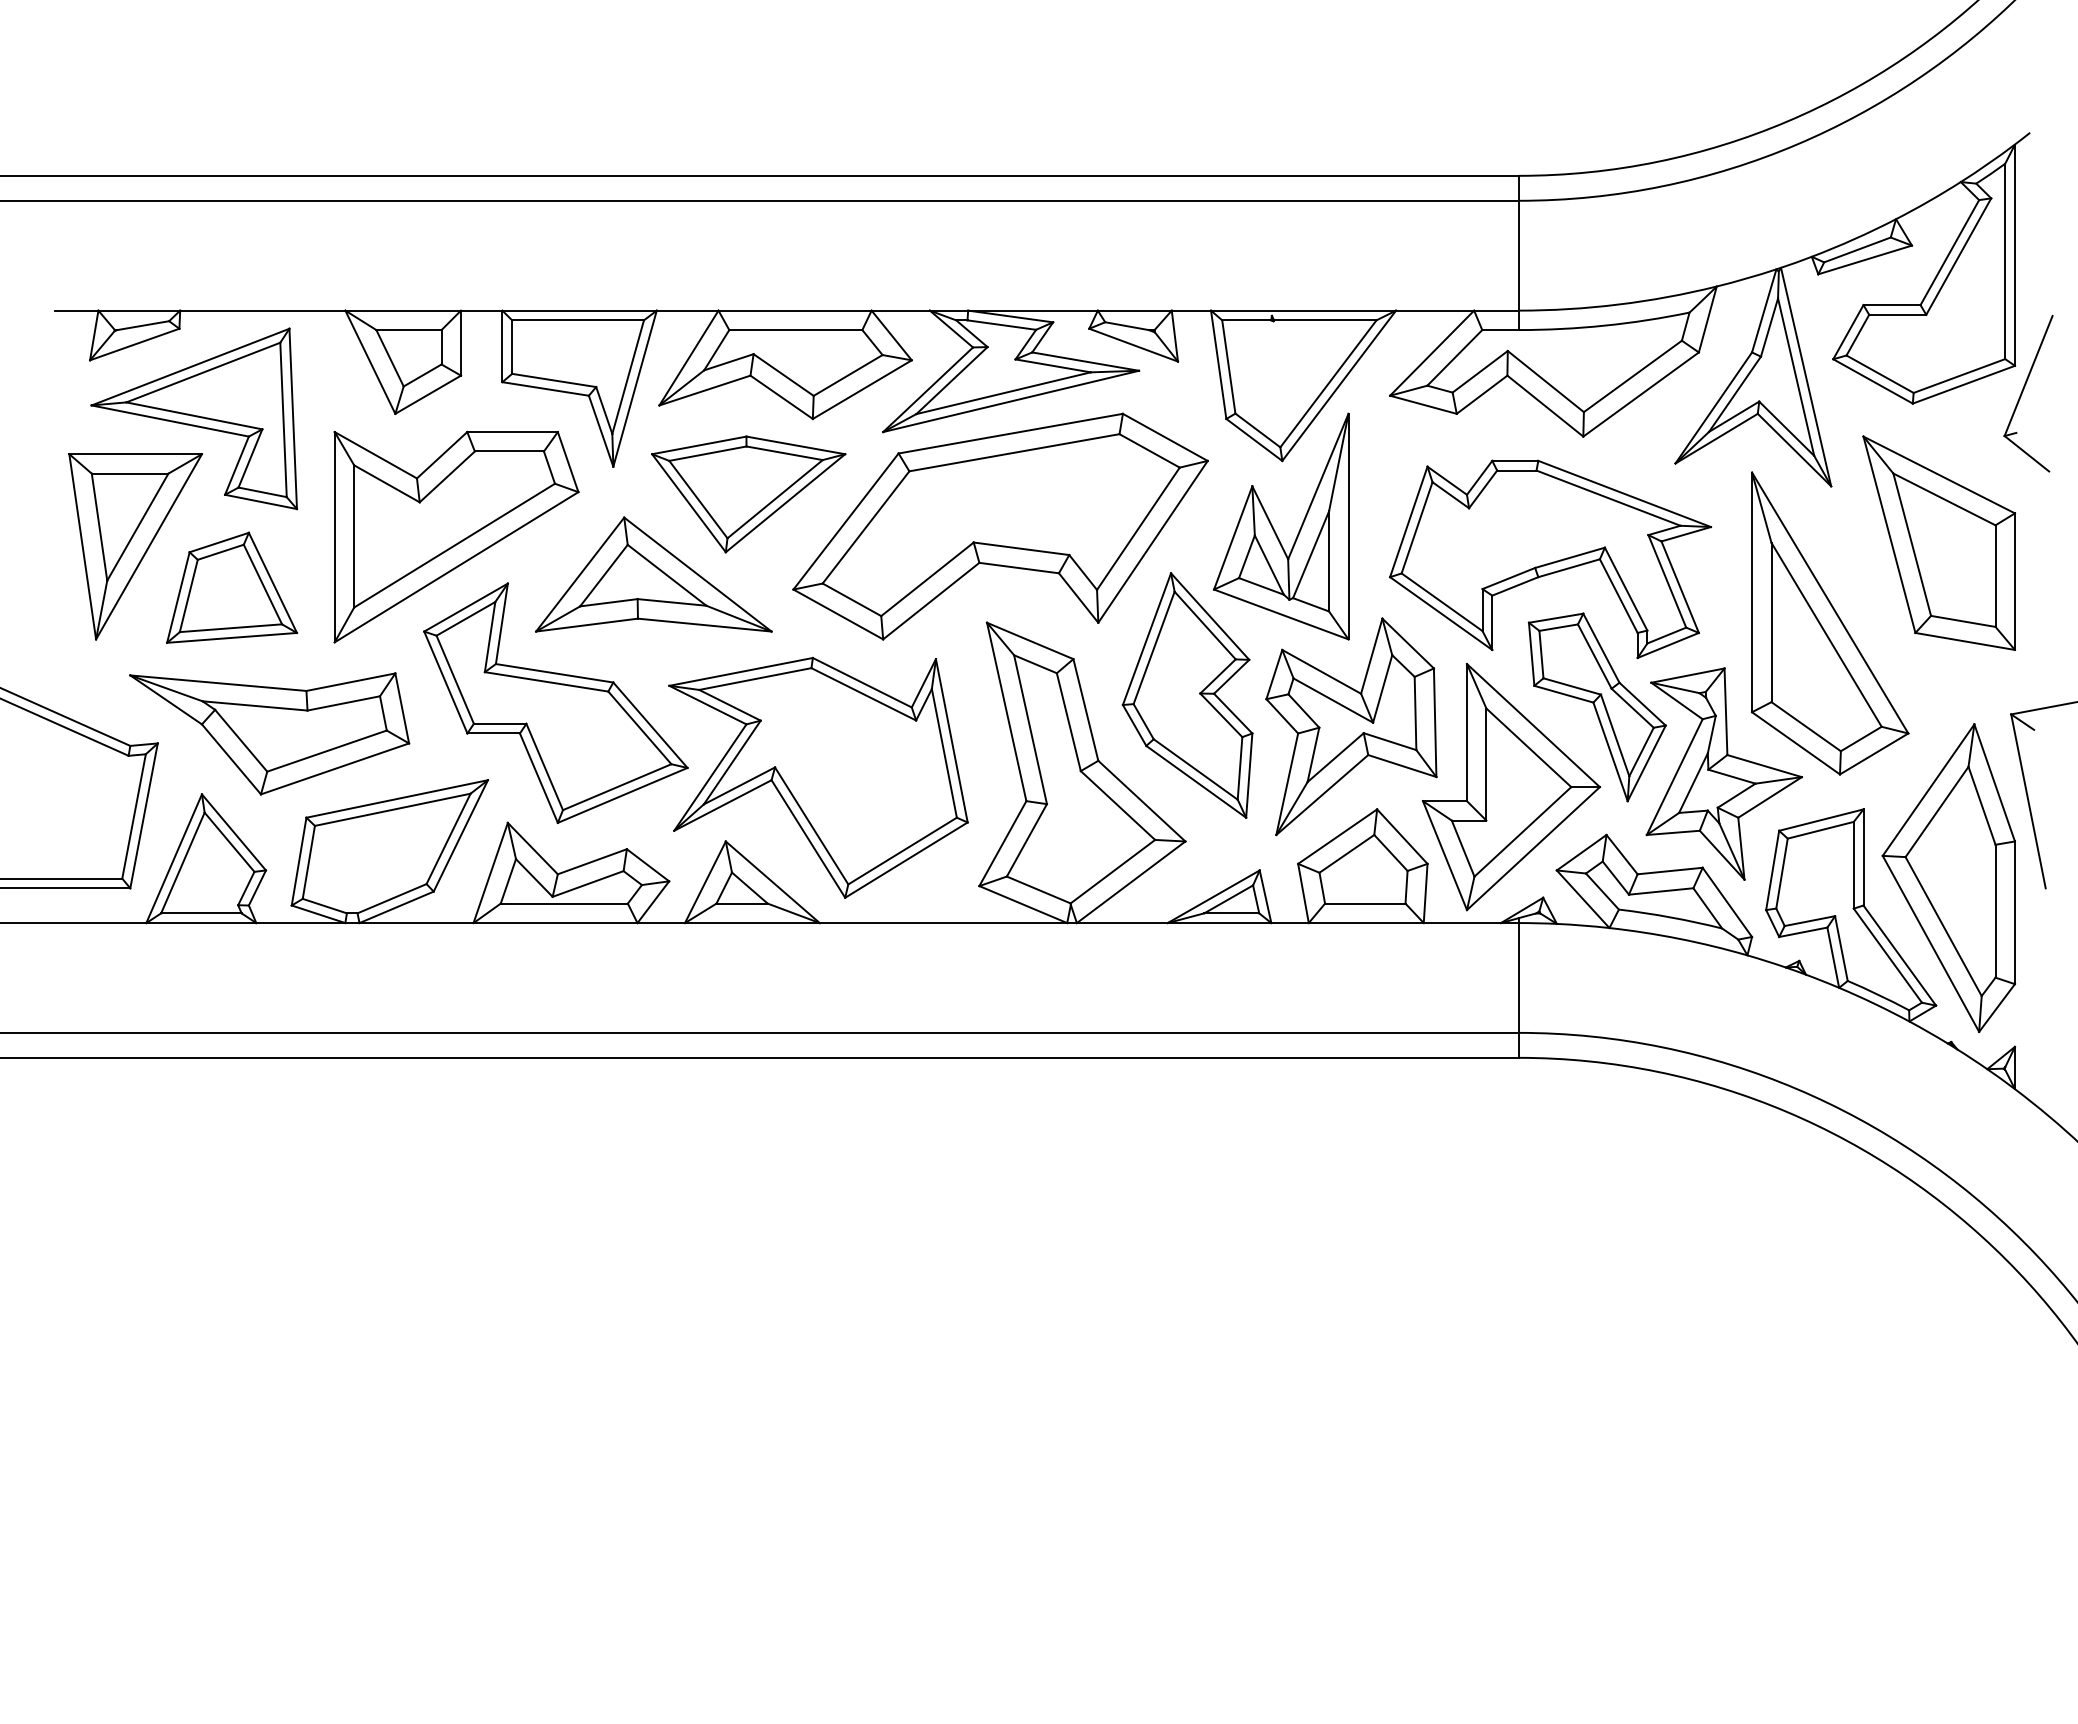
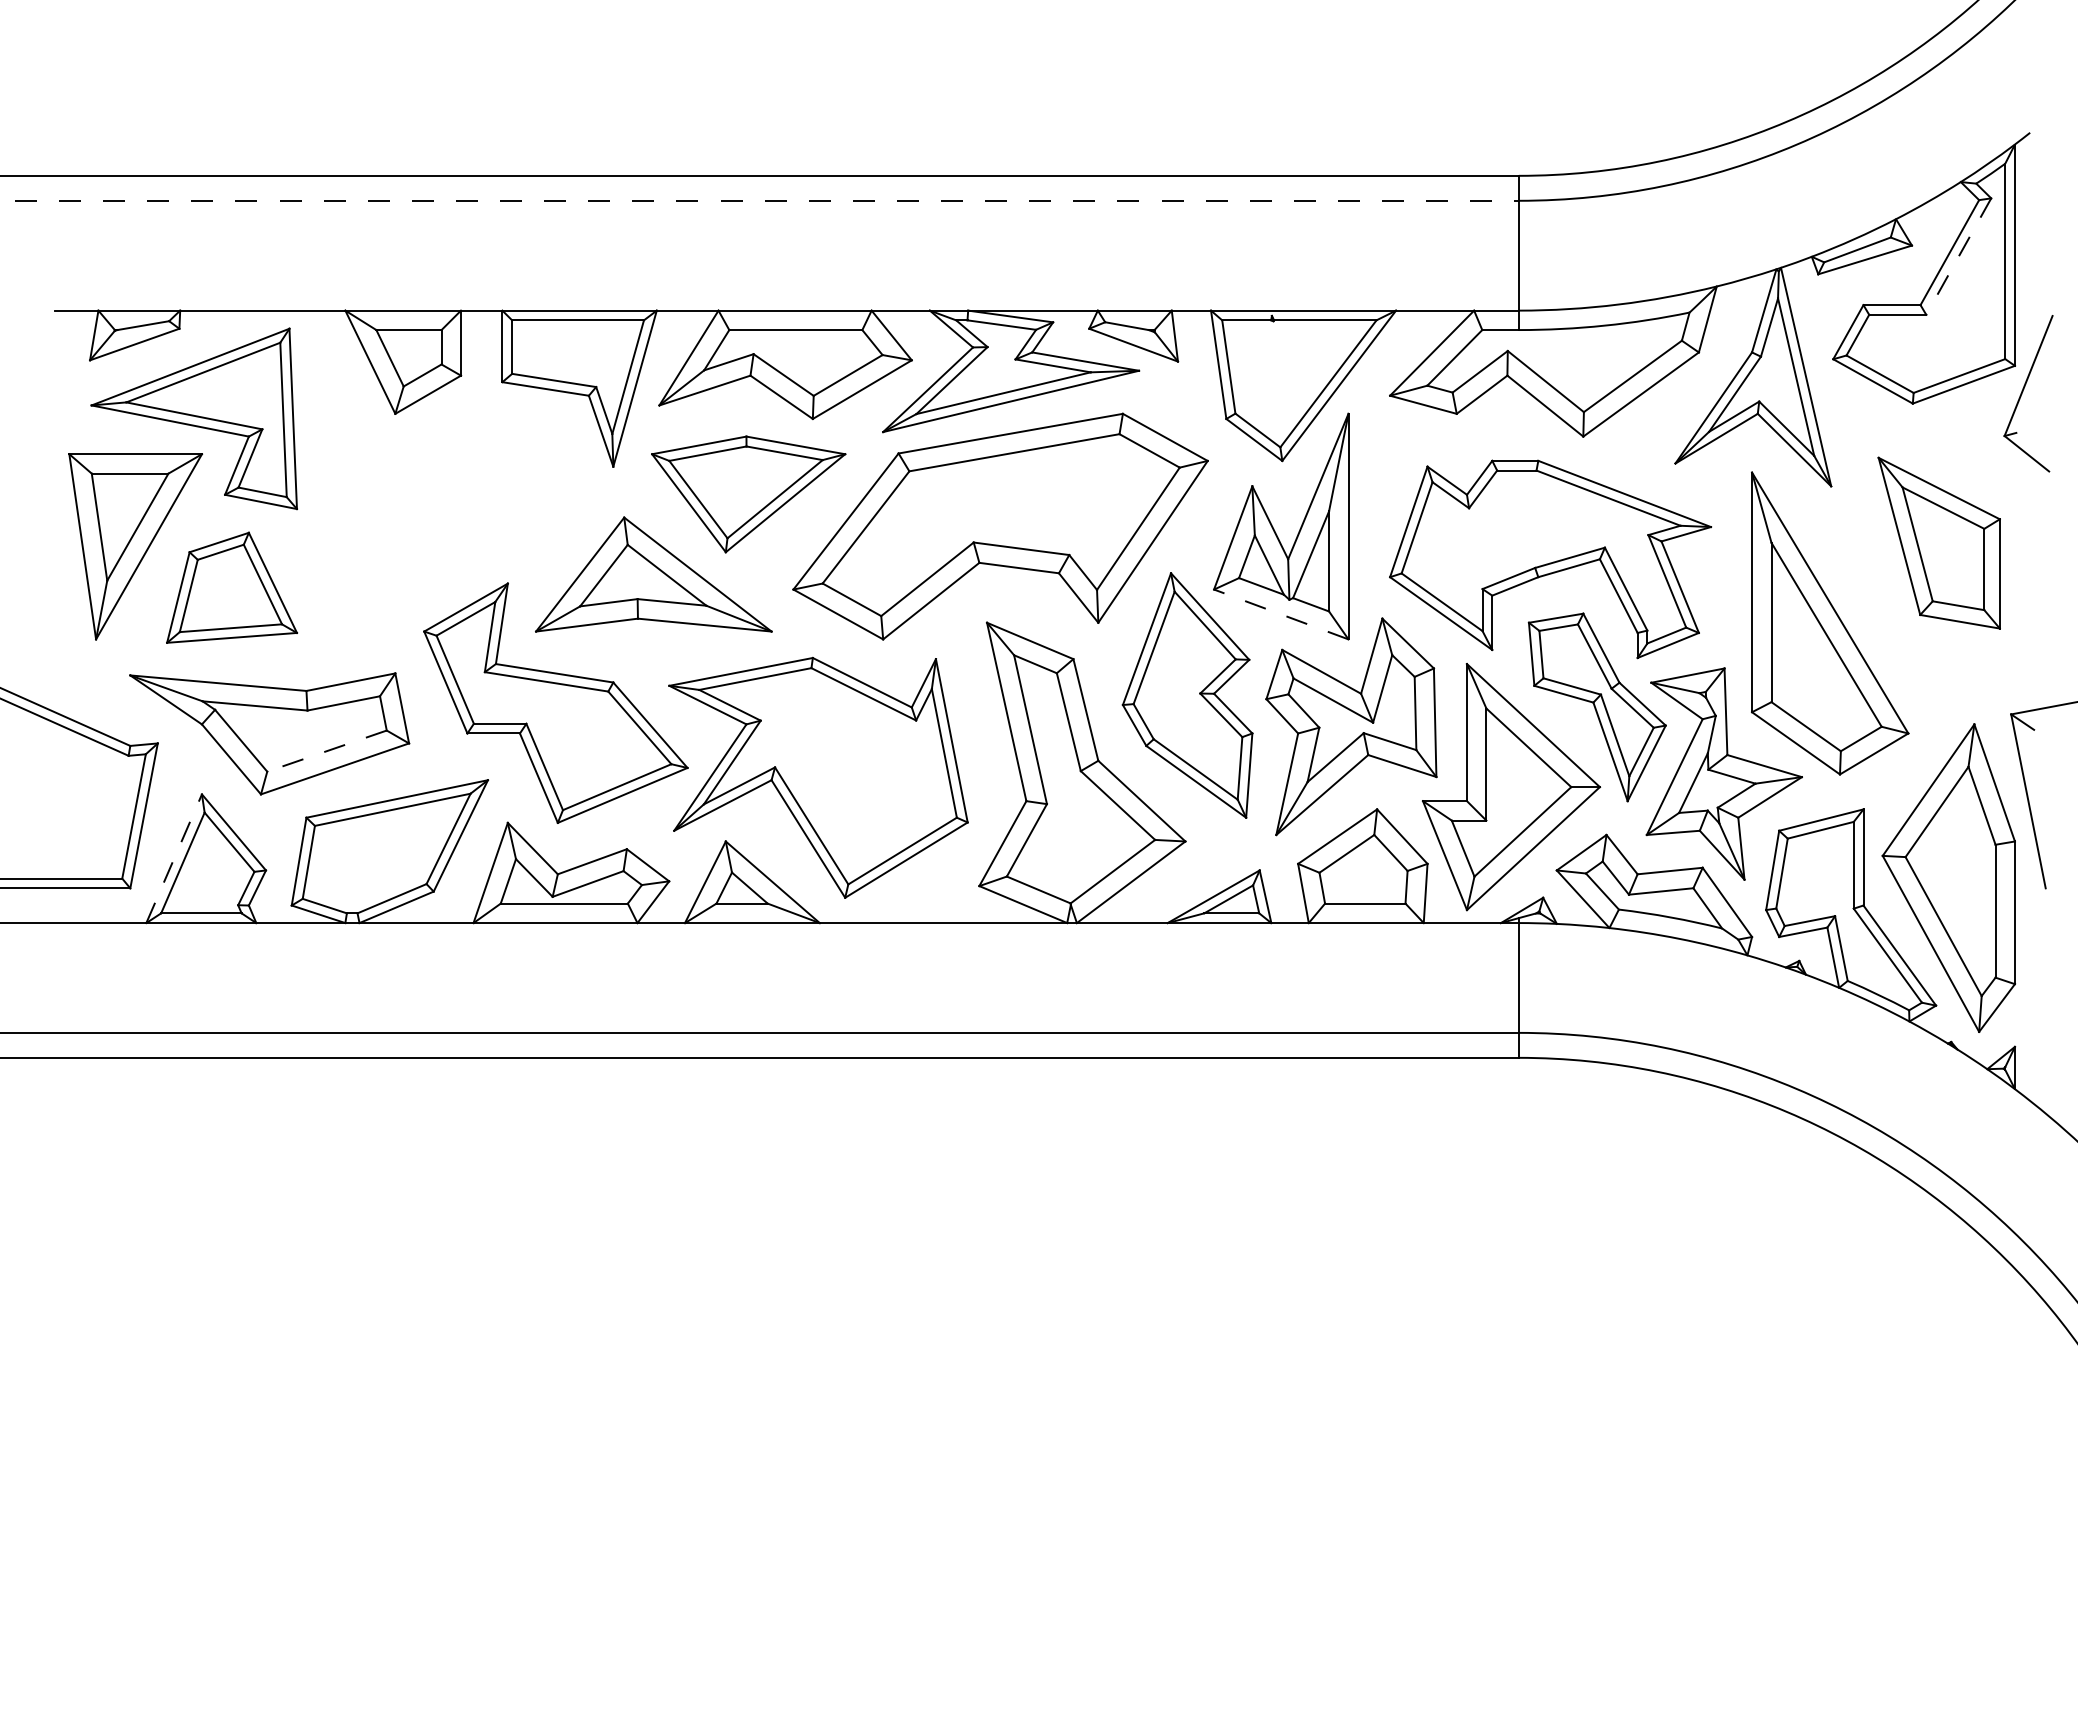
line at (760, 200): solid -> dashed
line at (1958, 256): solid -> dashed
part at (456, 536): present -> none
part at (1939, 542) size: 155x216 px -> 124x174 px
line at (1281, 614): solid -> dashed
line at (326, 751): solid -> dashed
line at (174, 858): solid -> dashed
